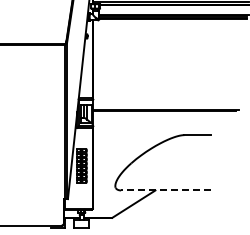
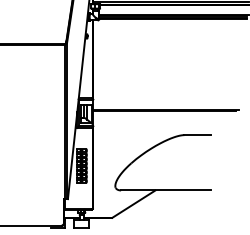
line at (166, 190): dashed -> solid
